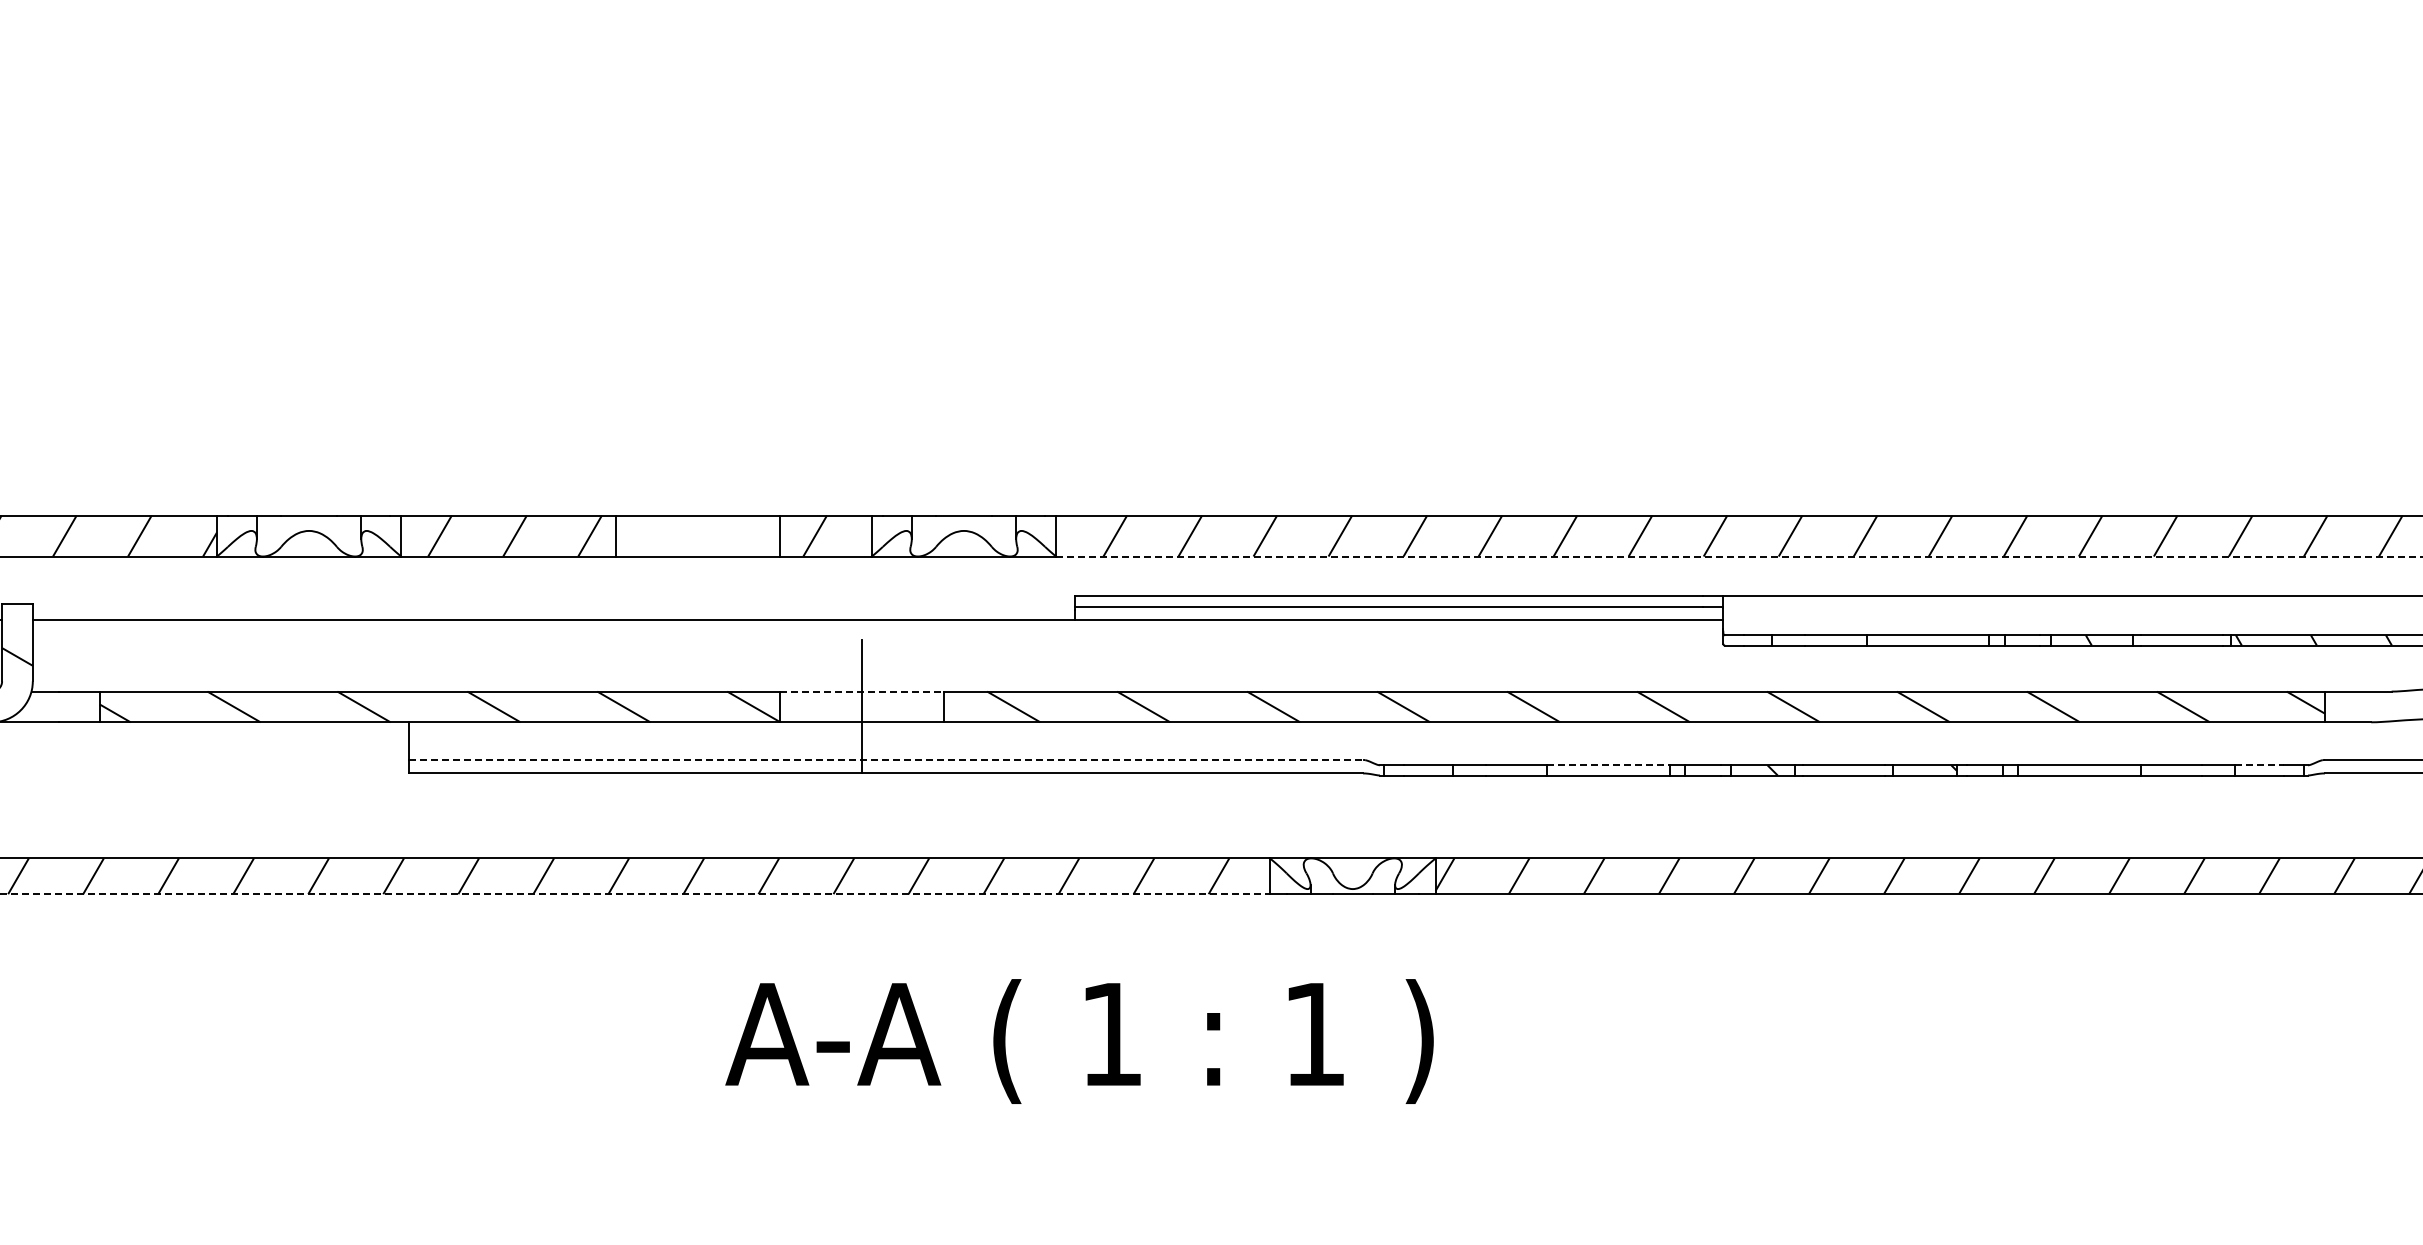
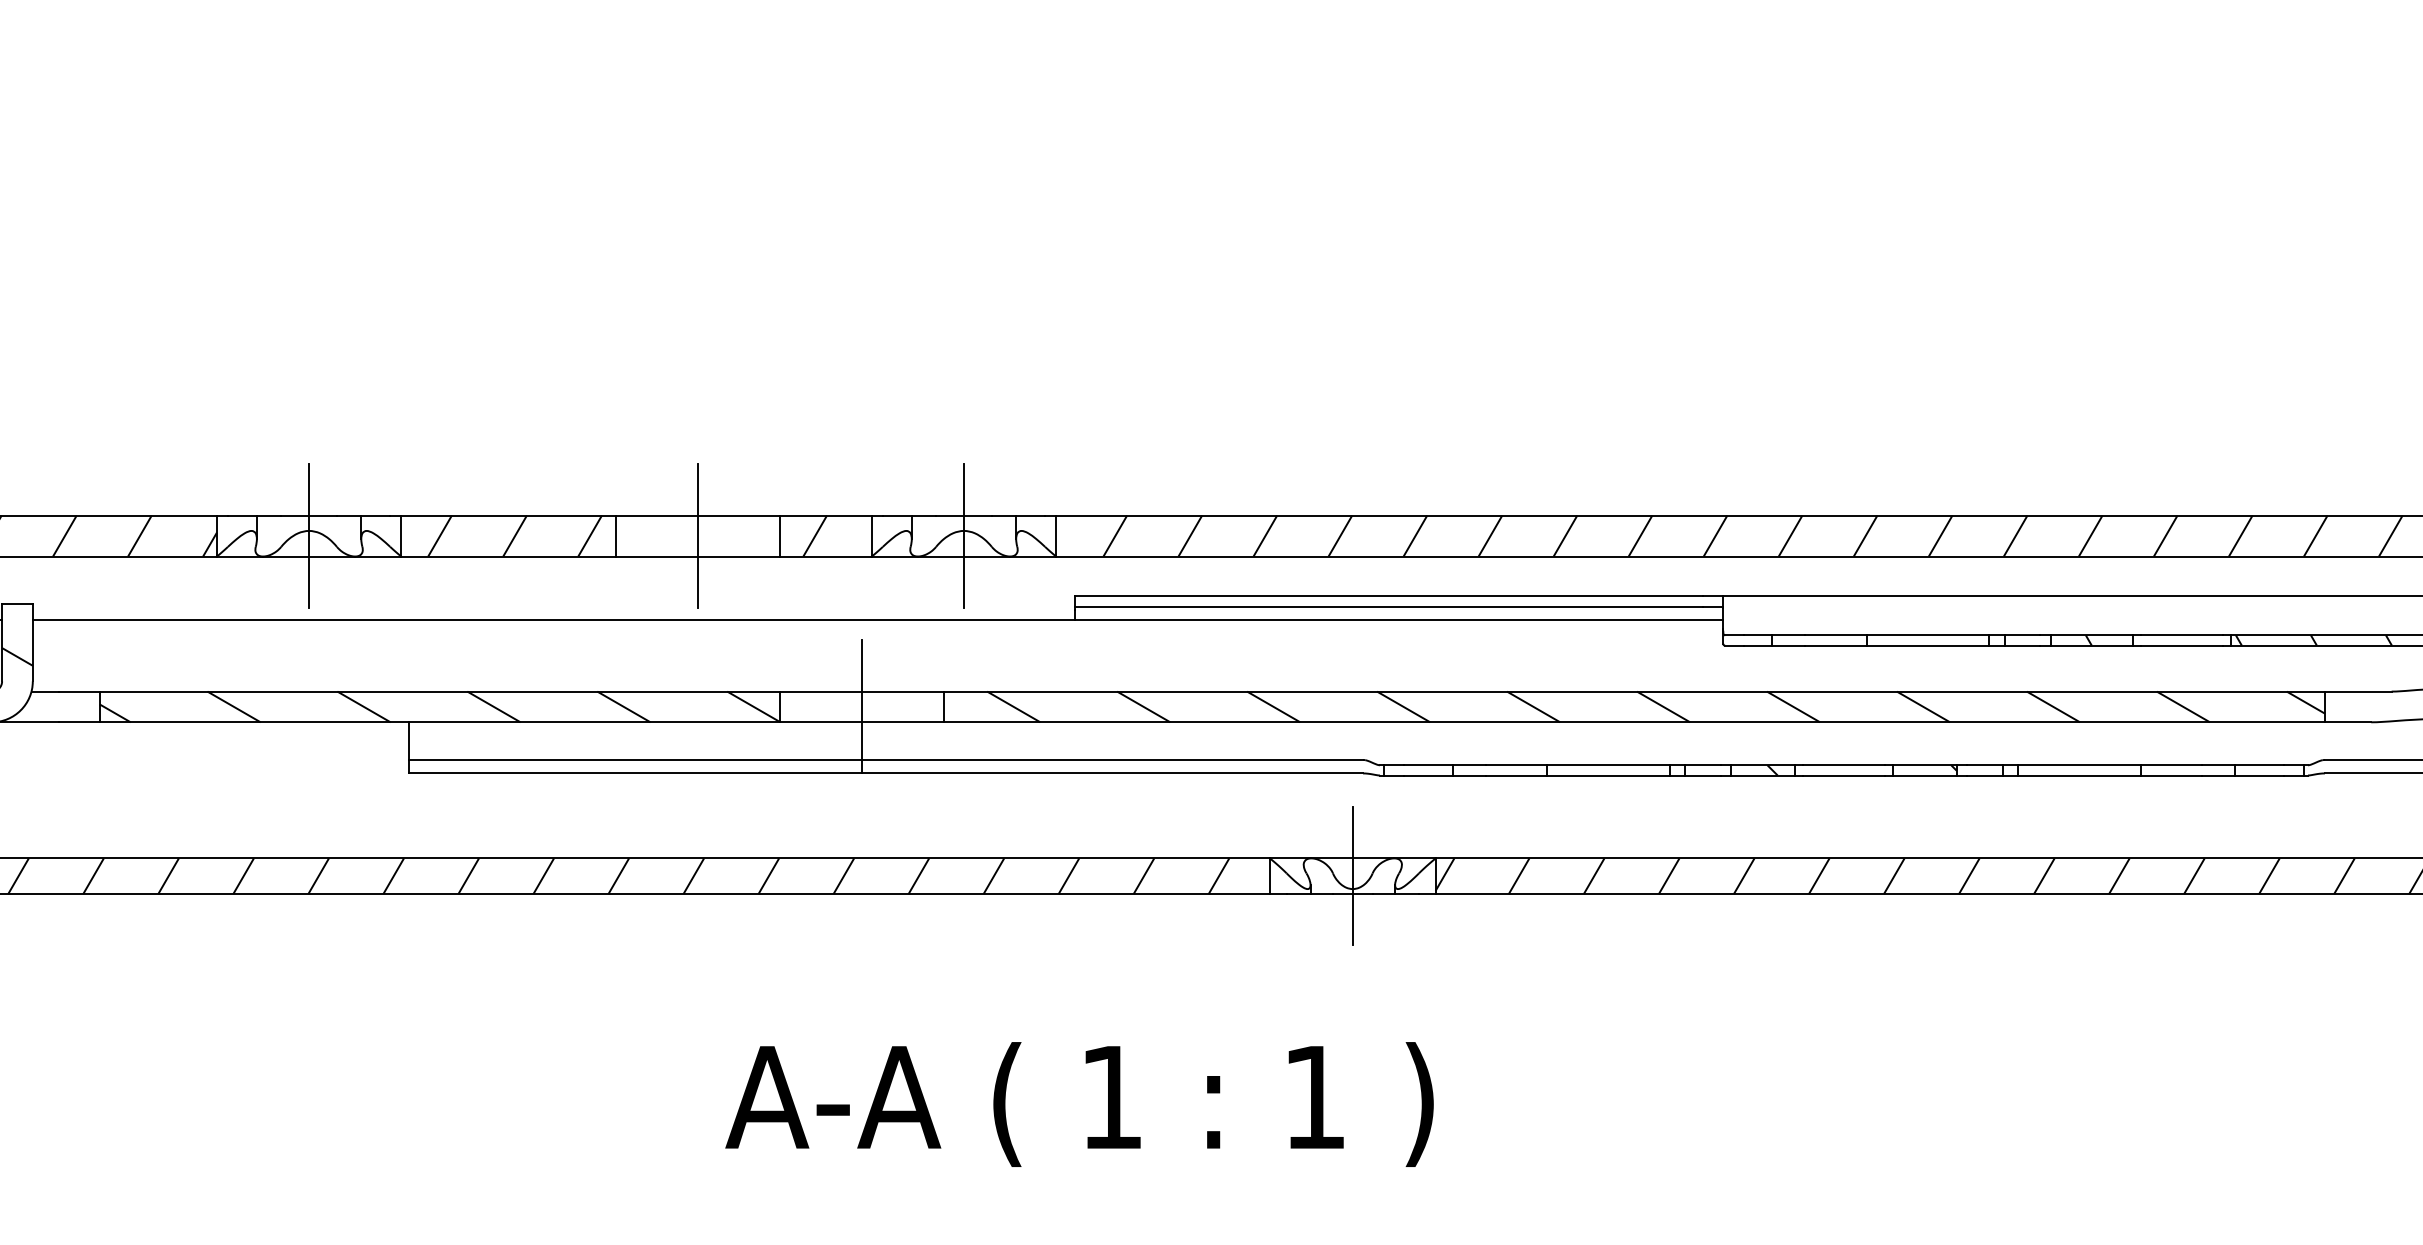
line at (309, 535): none -> present
line at (697, 535): none -> present
line at (963, 535): none -> present
line at (1739, 556): dashed -> solid
line at (861, 691): dashed -> solid
line at (886, 759): dashed -> solid
line at (1609, 765): dashed -> solid
line at (2259, 765): dashed -> solid
line at (1352, 876): none -> present
line at (635, 894): dashed -> solid
text at (1079, 1041) position: (1079, 1041) -> (1079, 1104)
